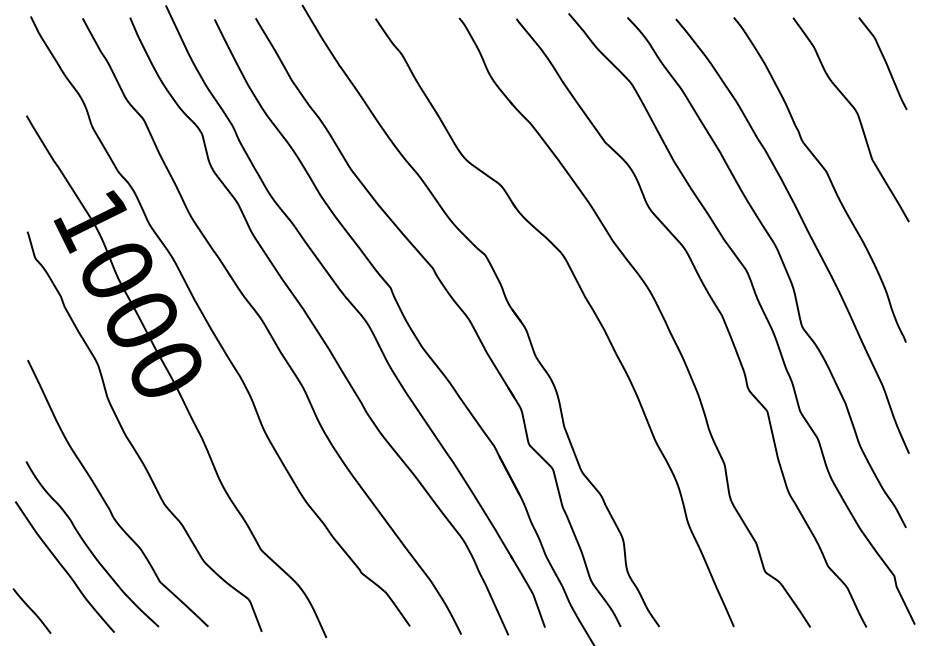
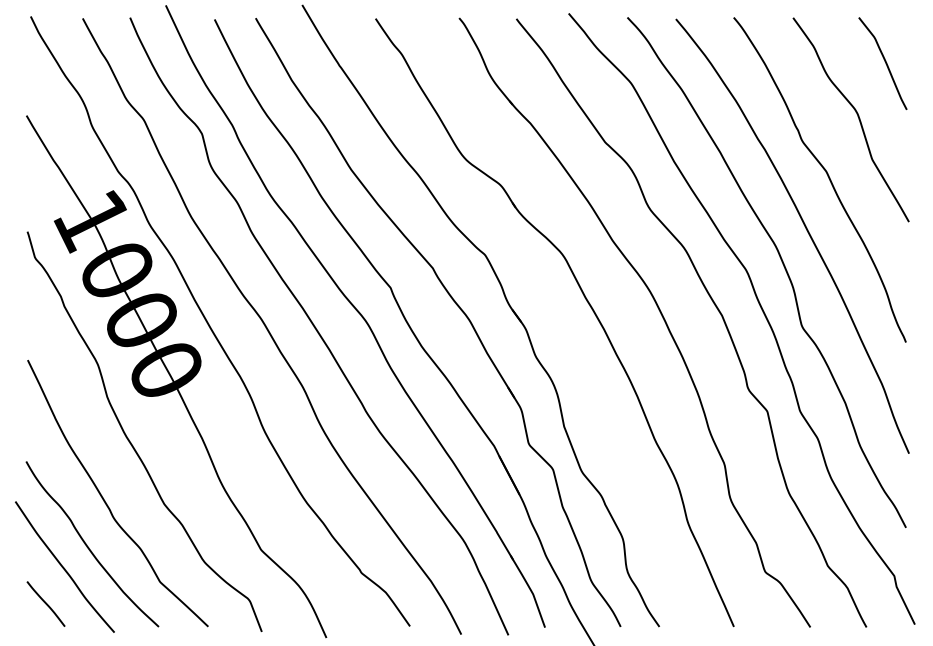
curve at (31, 610) position: (31, 610) -> (45, 603)
